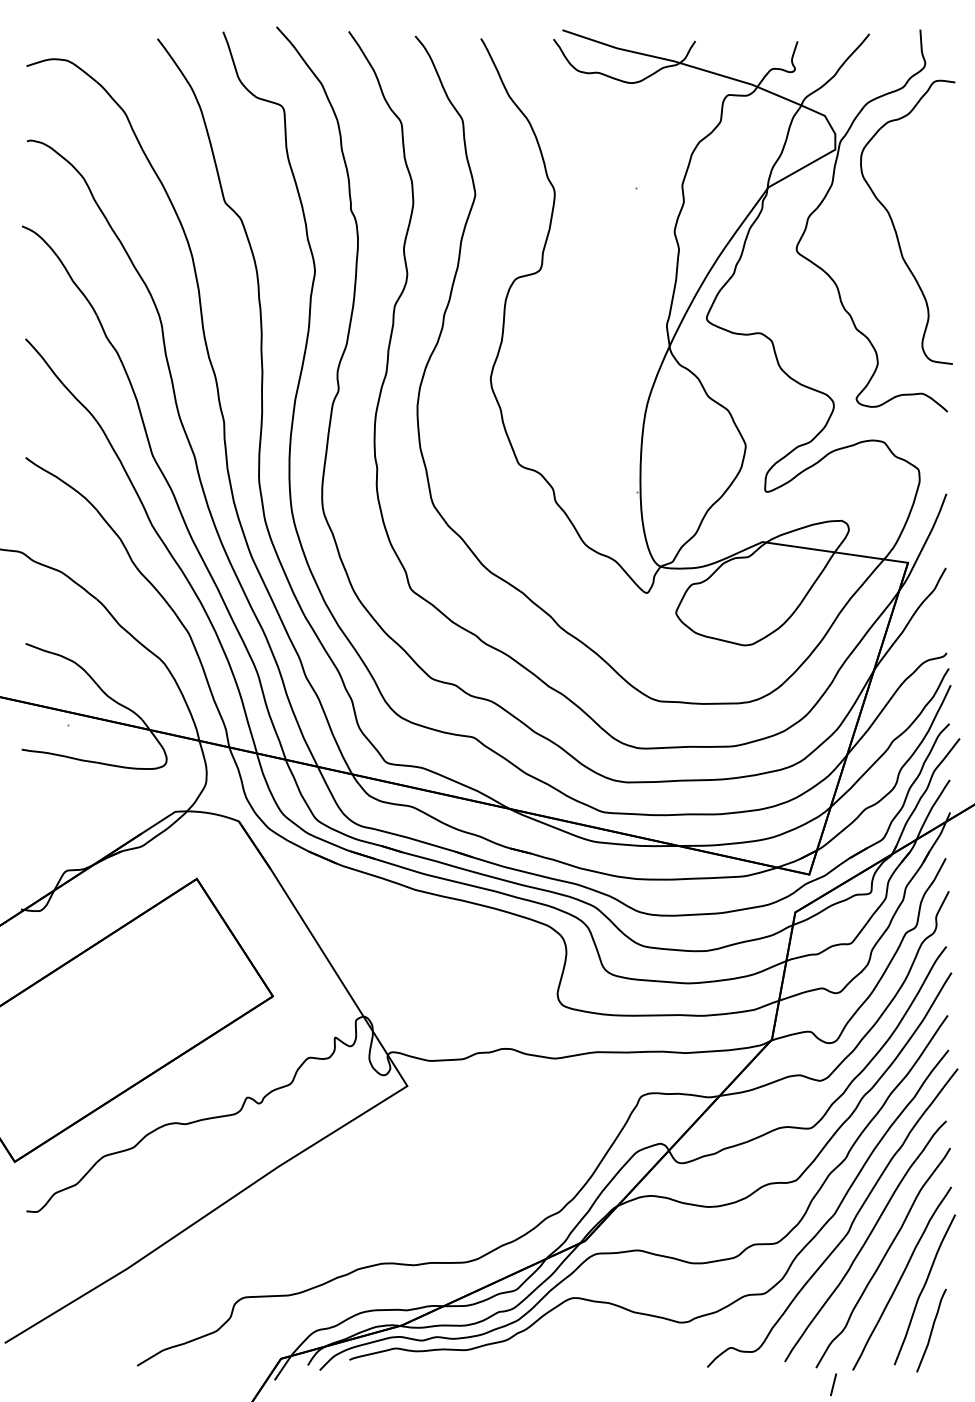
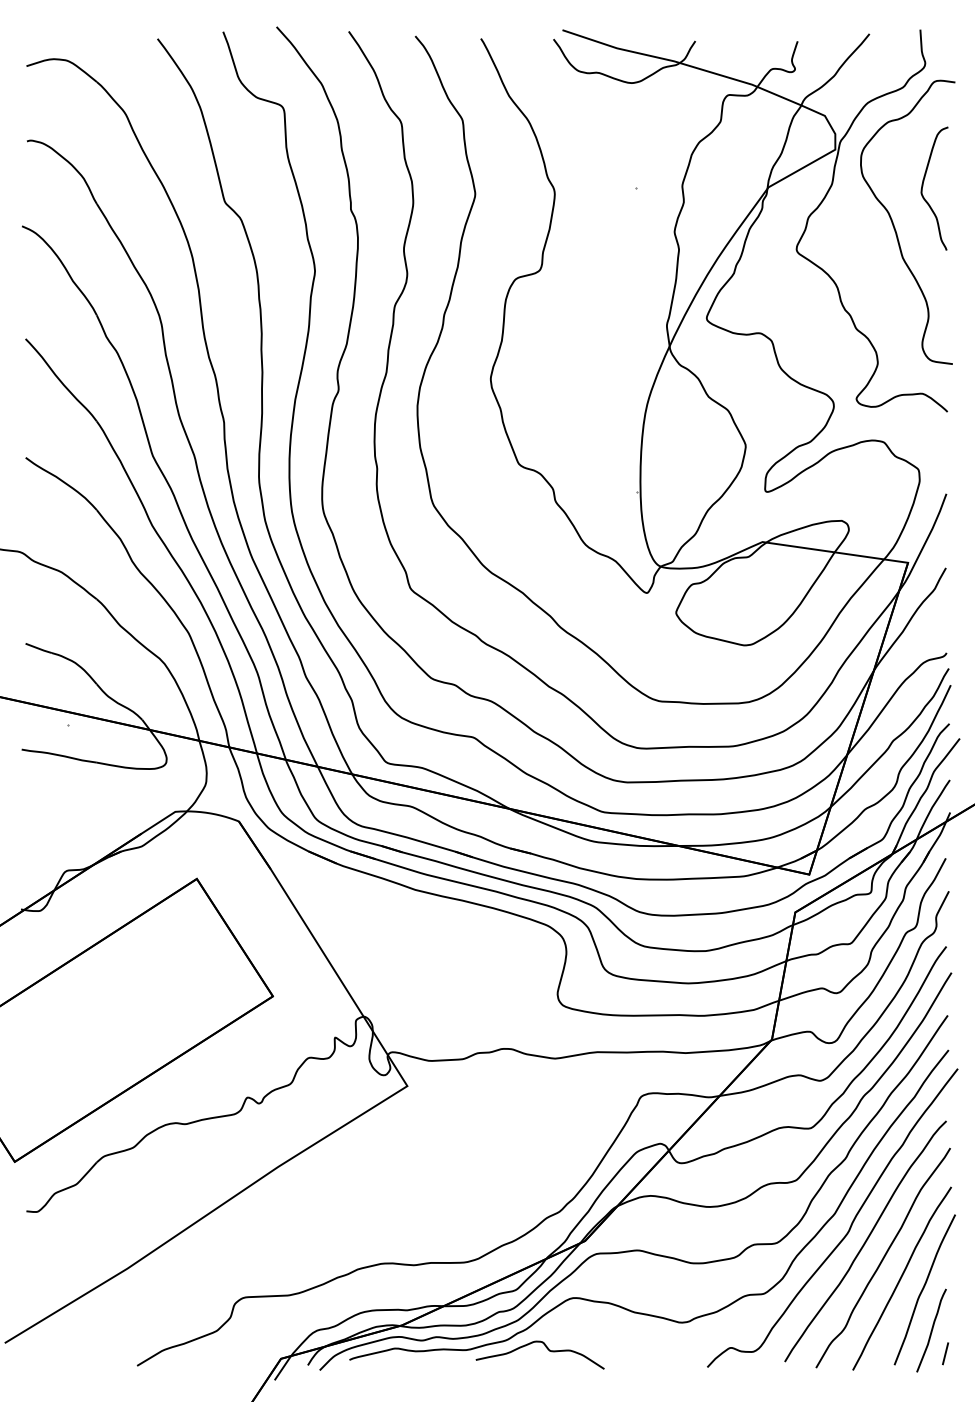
curve at (923, 186): none -> present
curve at (545, 1347): none -> present
line at (833, 1384) position: (833, 1384) -> (945, 1353)
